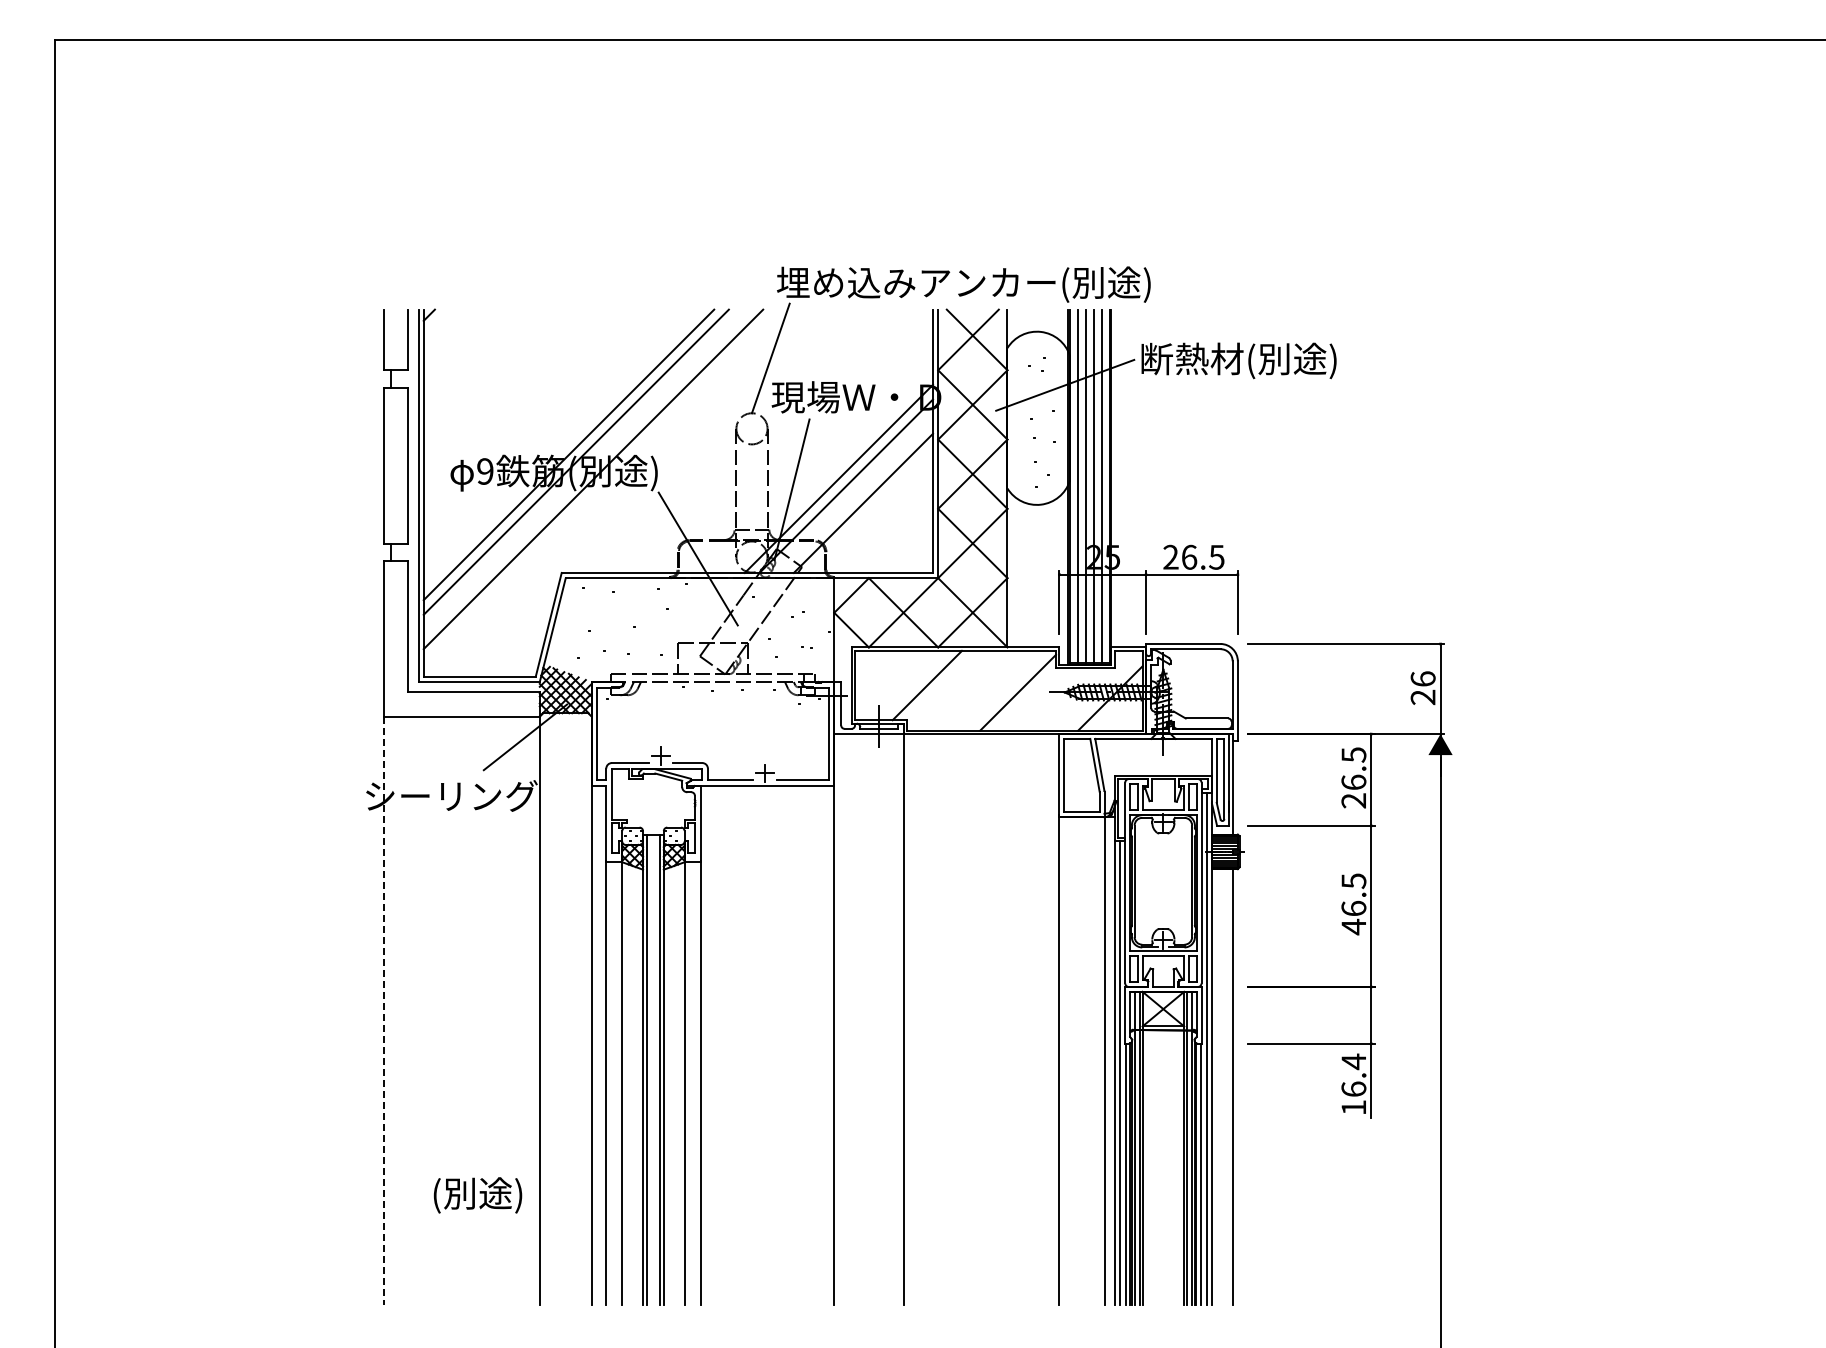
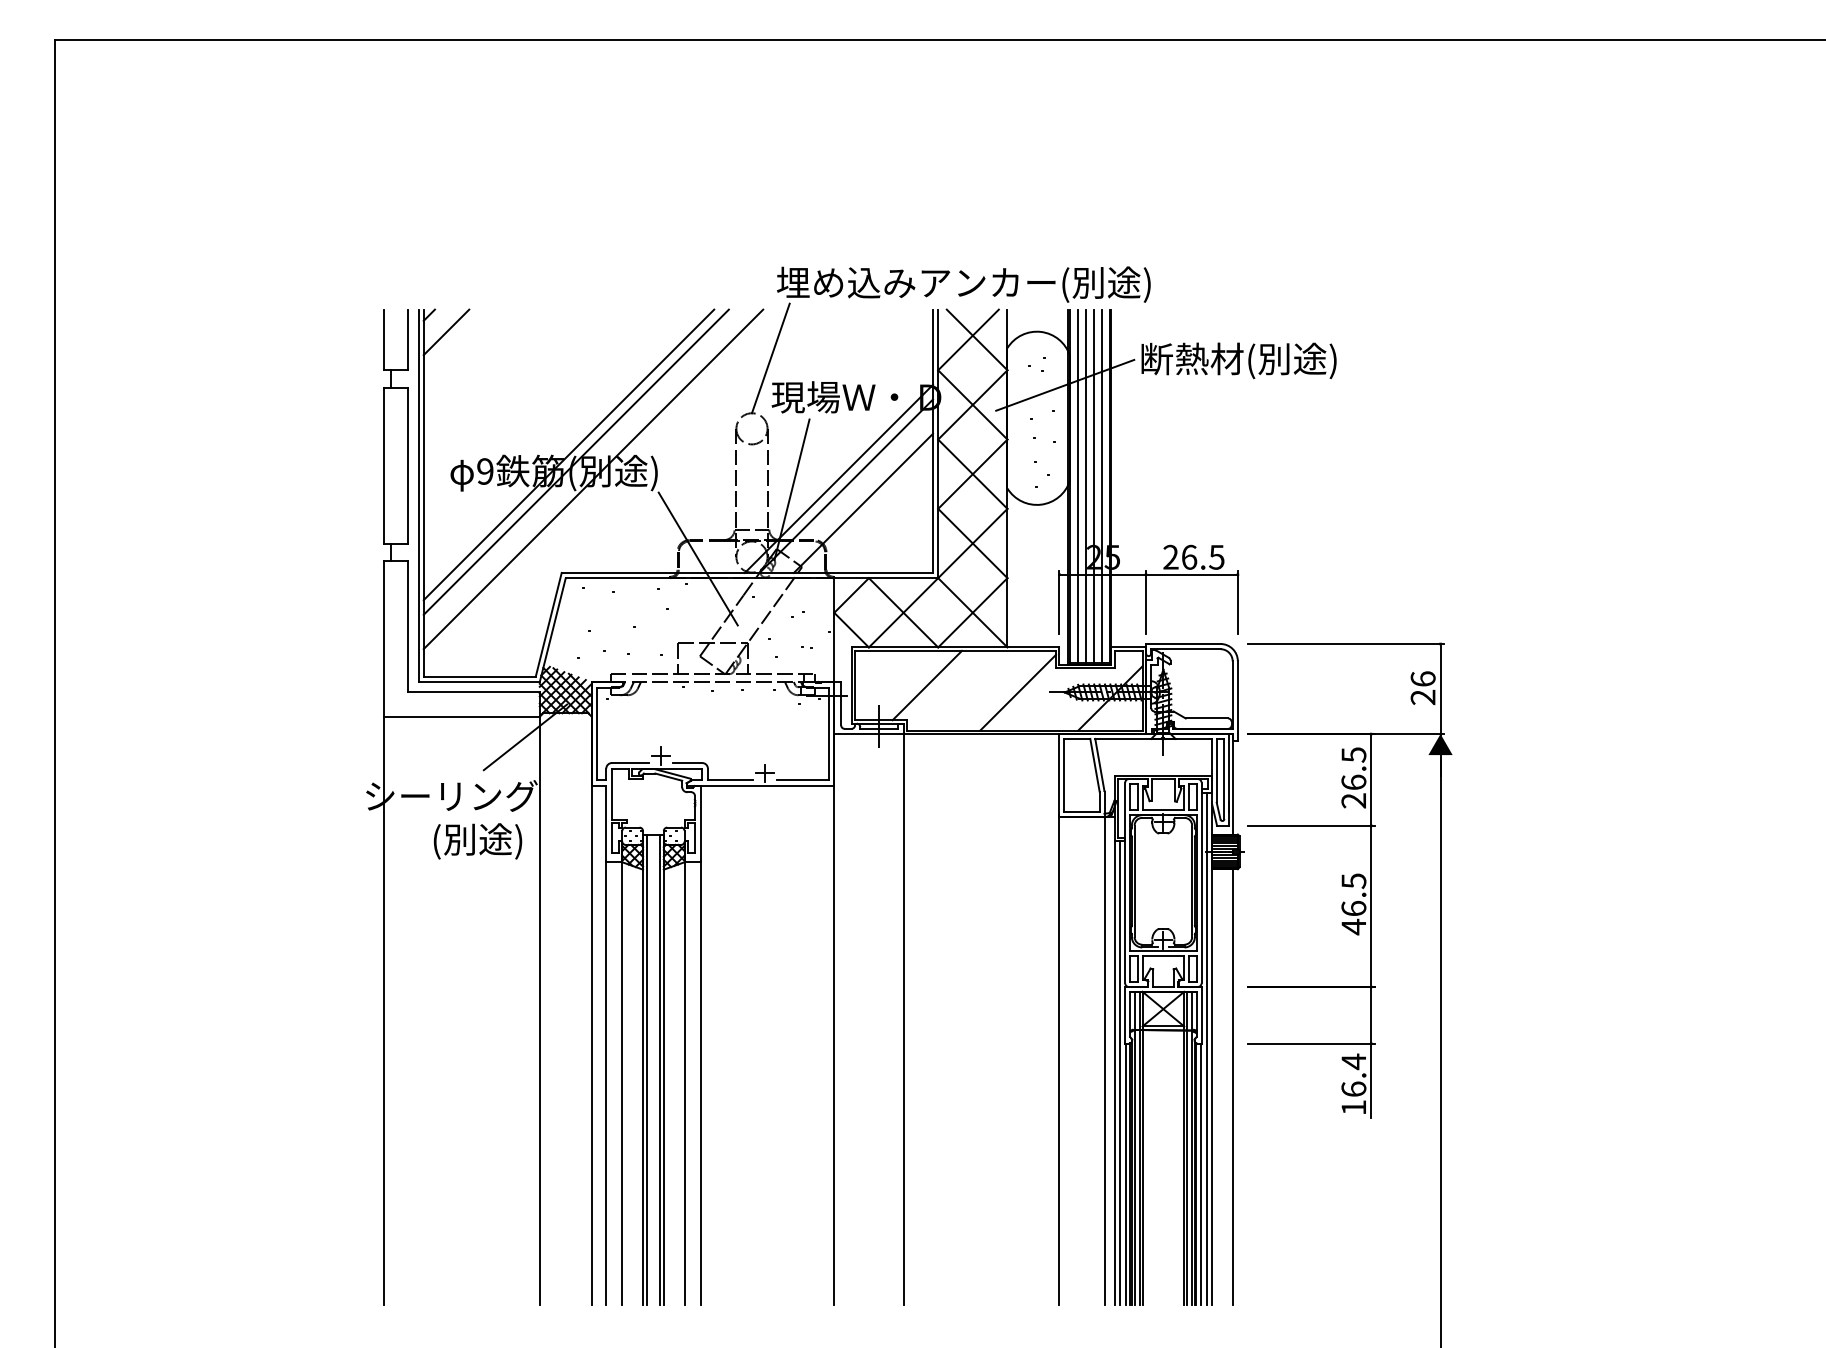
line at (446, 332): none -> present
line at (383, 1011): dashed -> solid
text at (477, 1195) position: (477, 1195) -> (477, 841)
